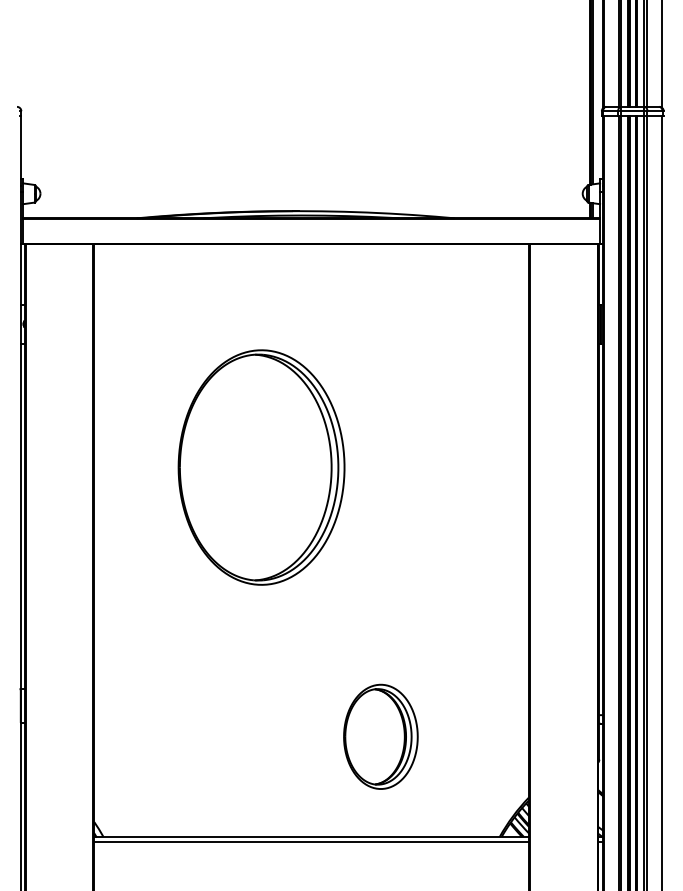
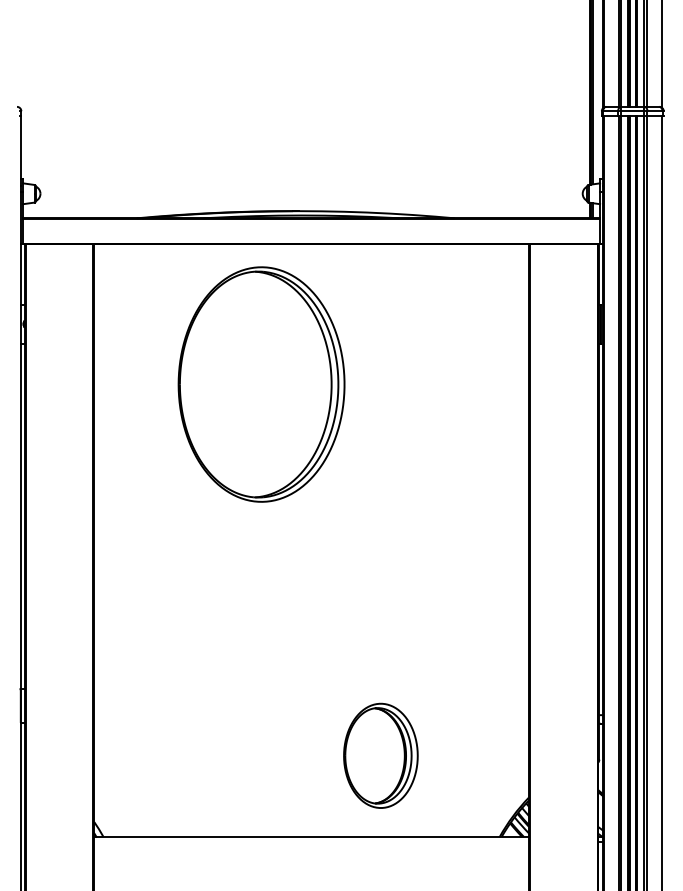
part at (261, 467) position: (261, 467) -> (261, 384)
part at (380, 736) position: (380, 736) -> (380, 755)
line at (311, 842): present -> none
